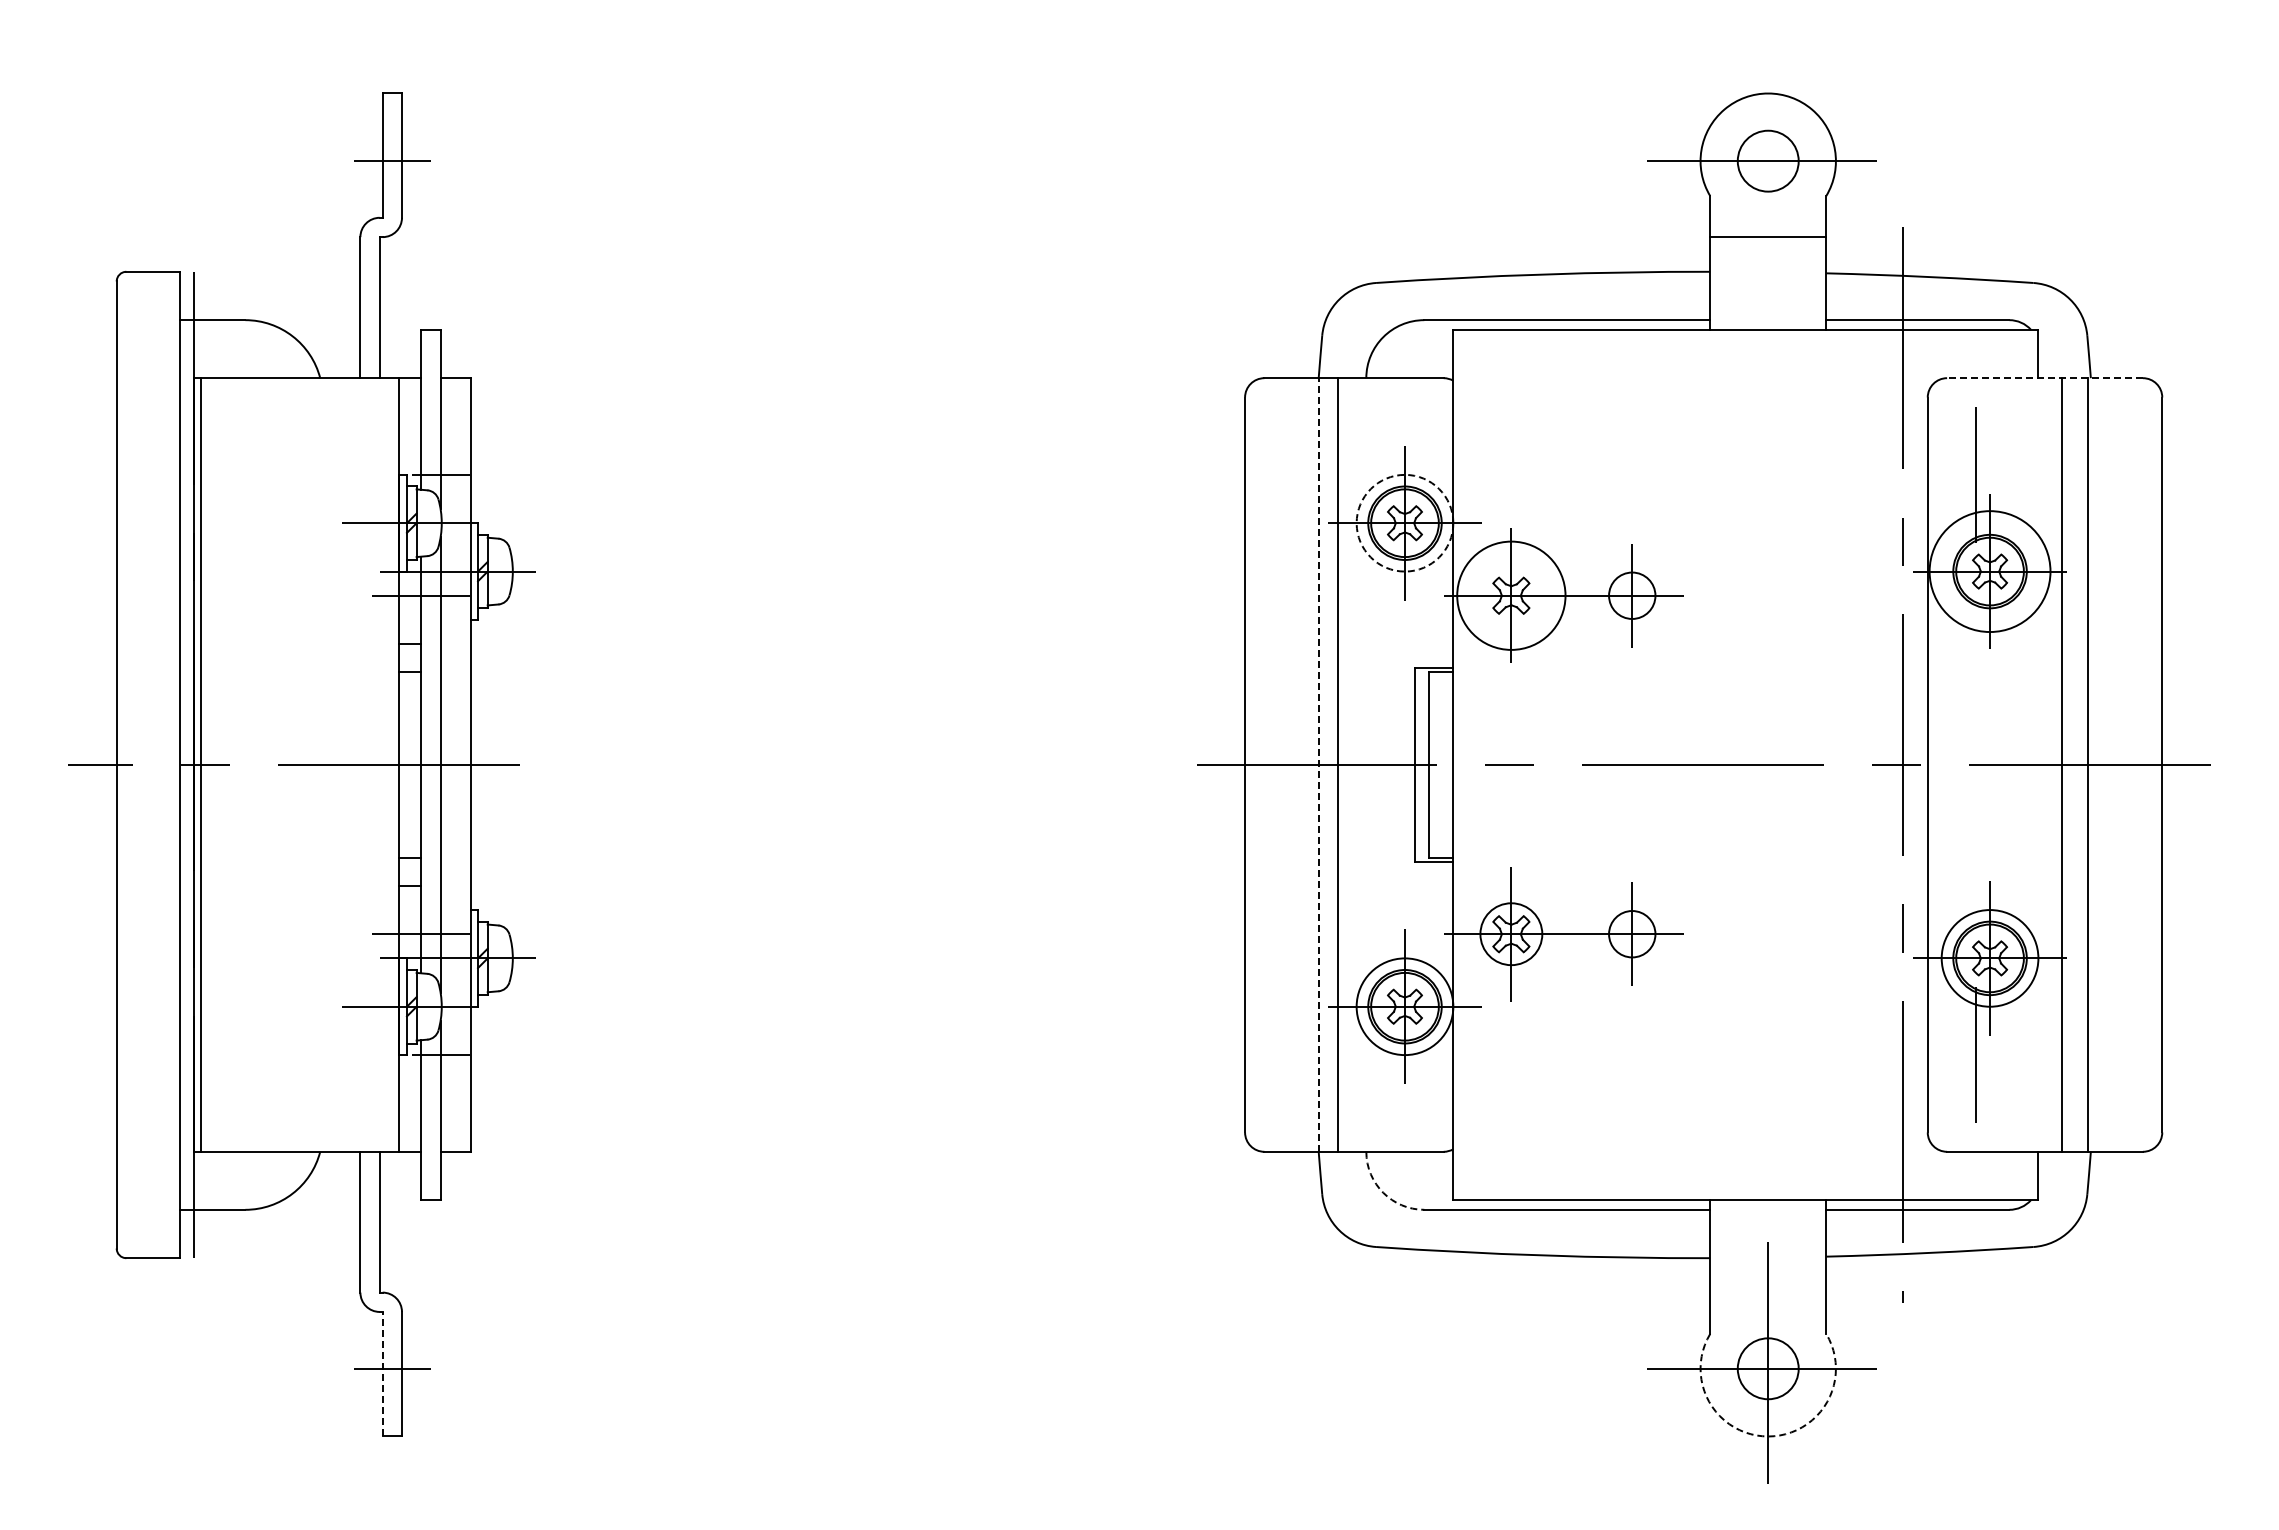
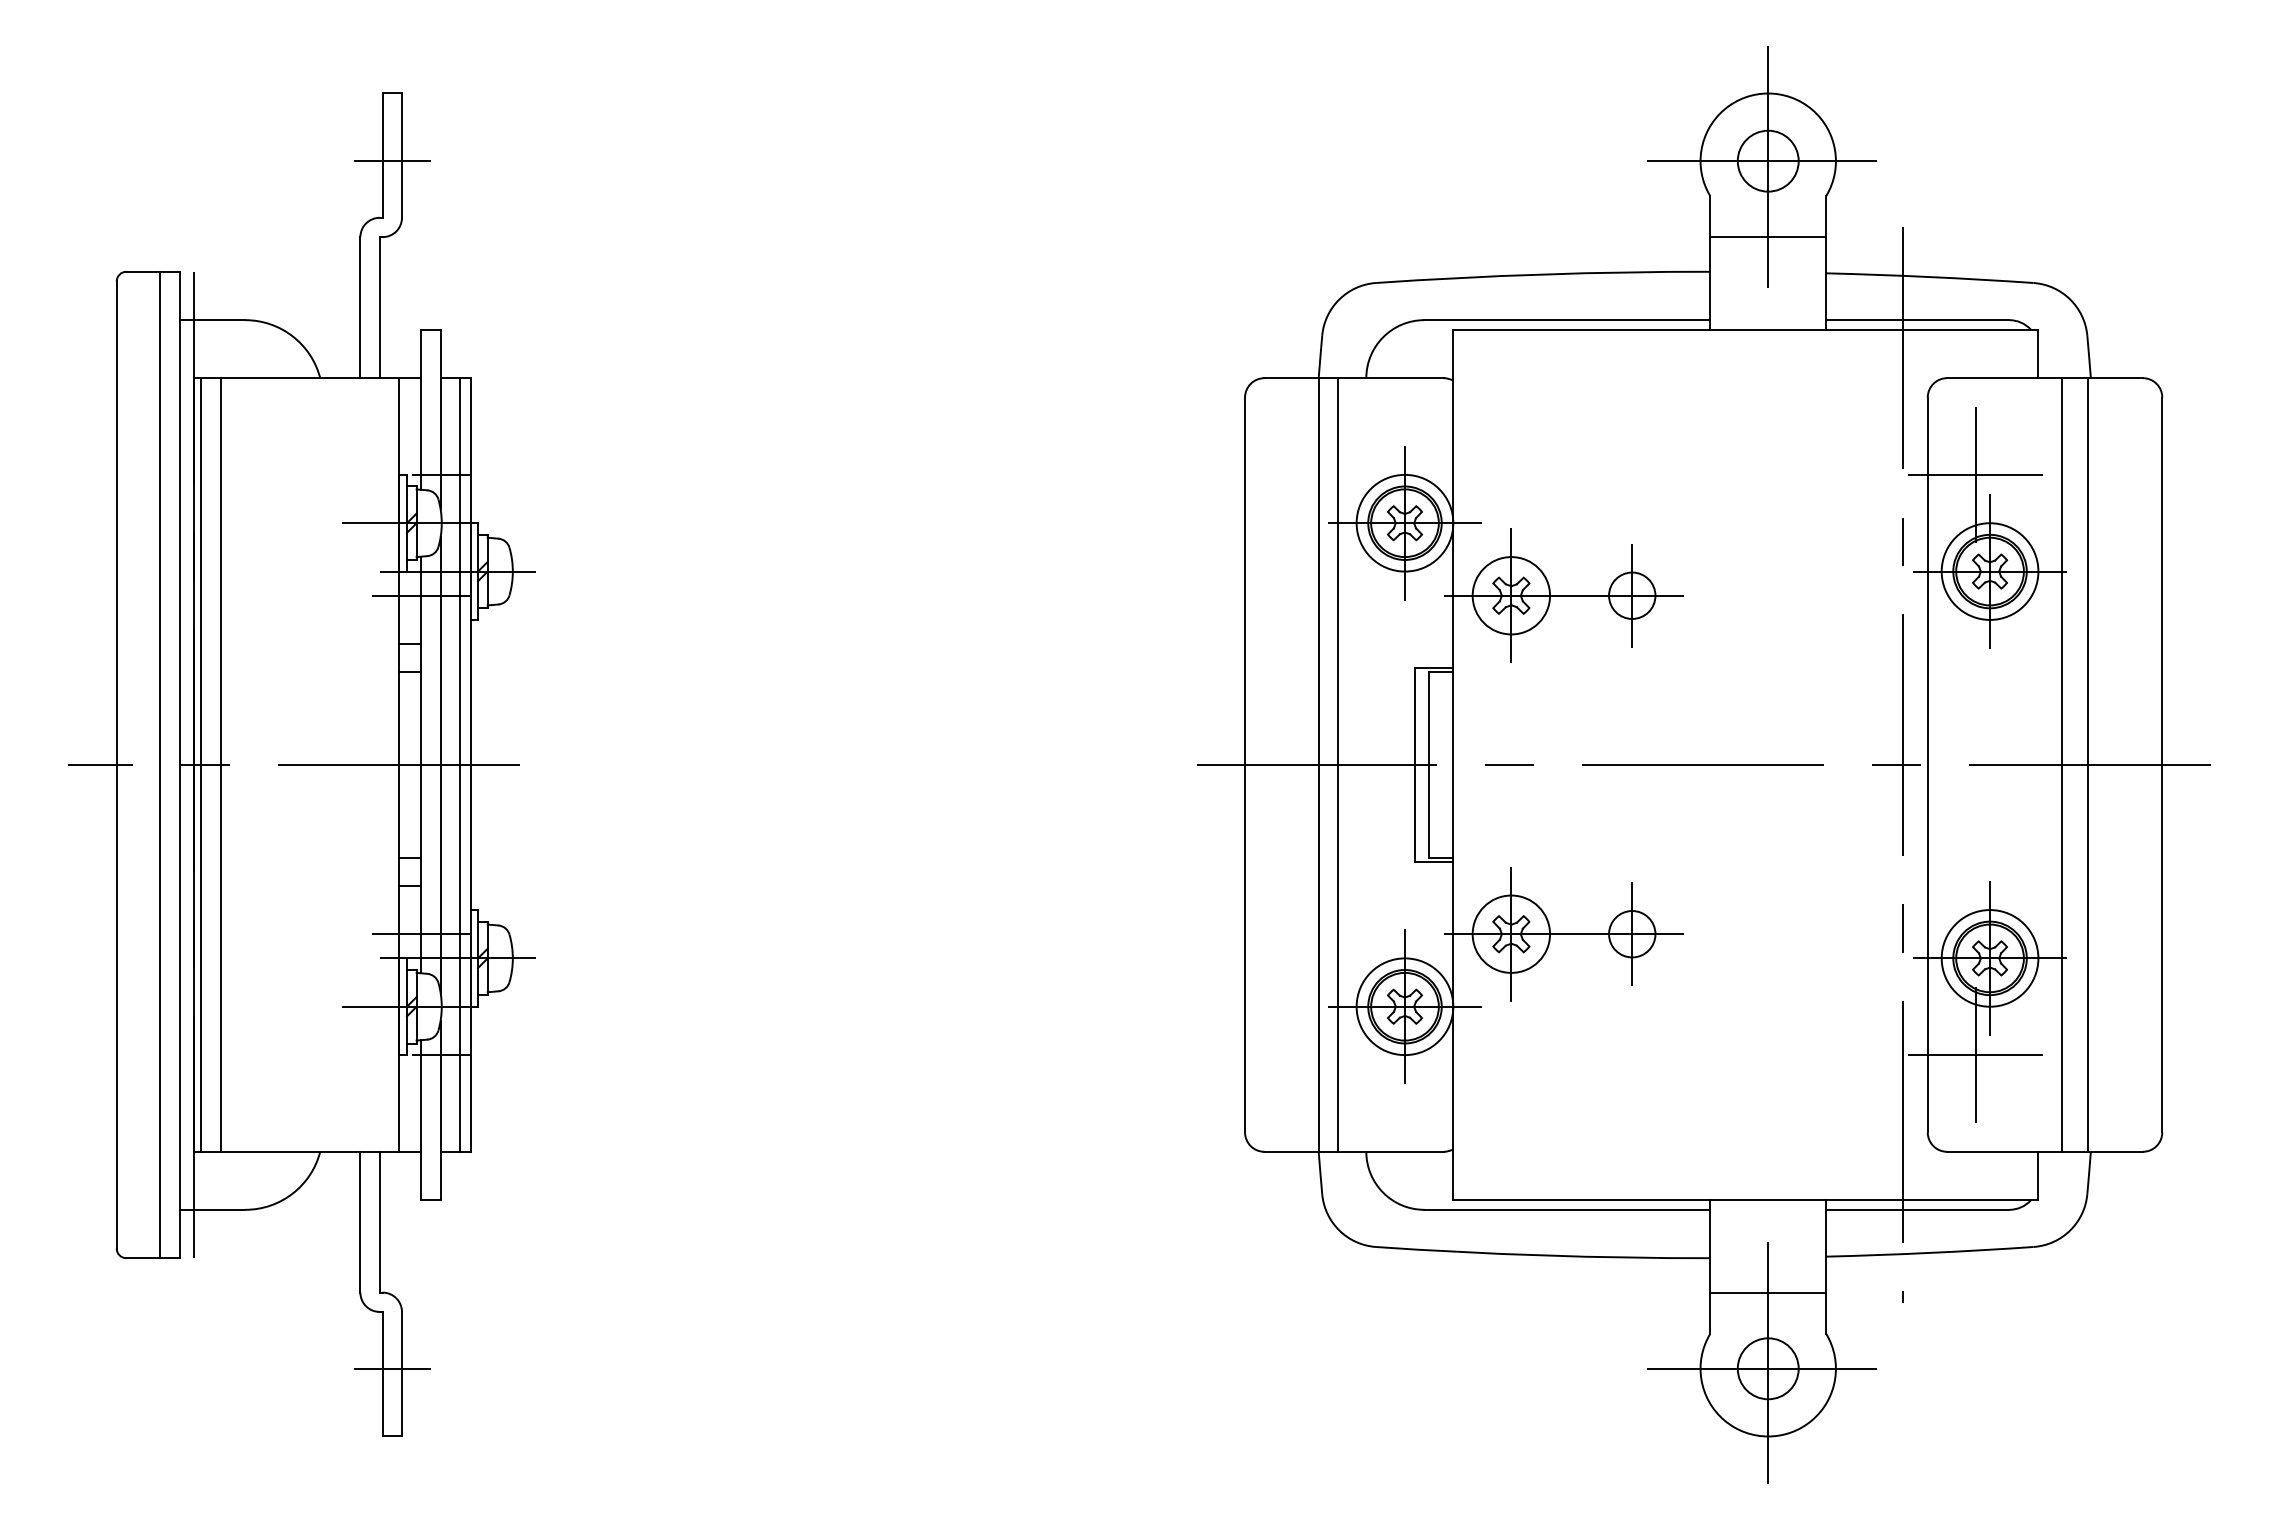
line at (1768, 176): none -> present
line at (2045, 378): dashed -> solid
line at (1975, 474): none -> present
circle at (1404, 522): dashed -> solid
circle at (1989, 571) diameter: 121 px -> 97 px
circle at (1511, 595) diameter: 108 px -> 77 px
line at (160, 764): none -> present
line at (220, 764): none -> present
line at (459, 764): none -> present
line at (1319, 764): dashed -> solid
circle at (1511, 934) diameter: 62 px -> 77 px
line at (1975, 1055): none -> present
arc at (1383, 1192): dashed -> solid
line at (1768, 1292): none -> present
line at (382, 1373): dashed -> solid
arc at (1768, 1436): dashed -> solid
